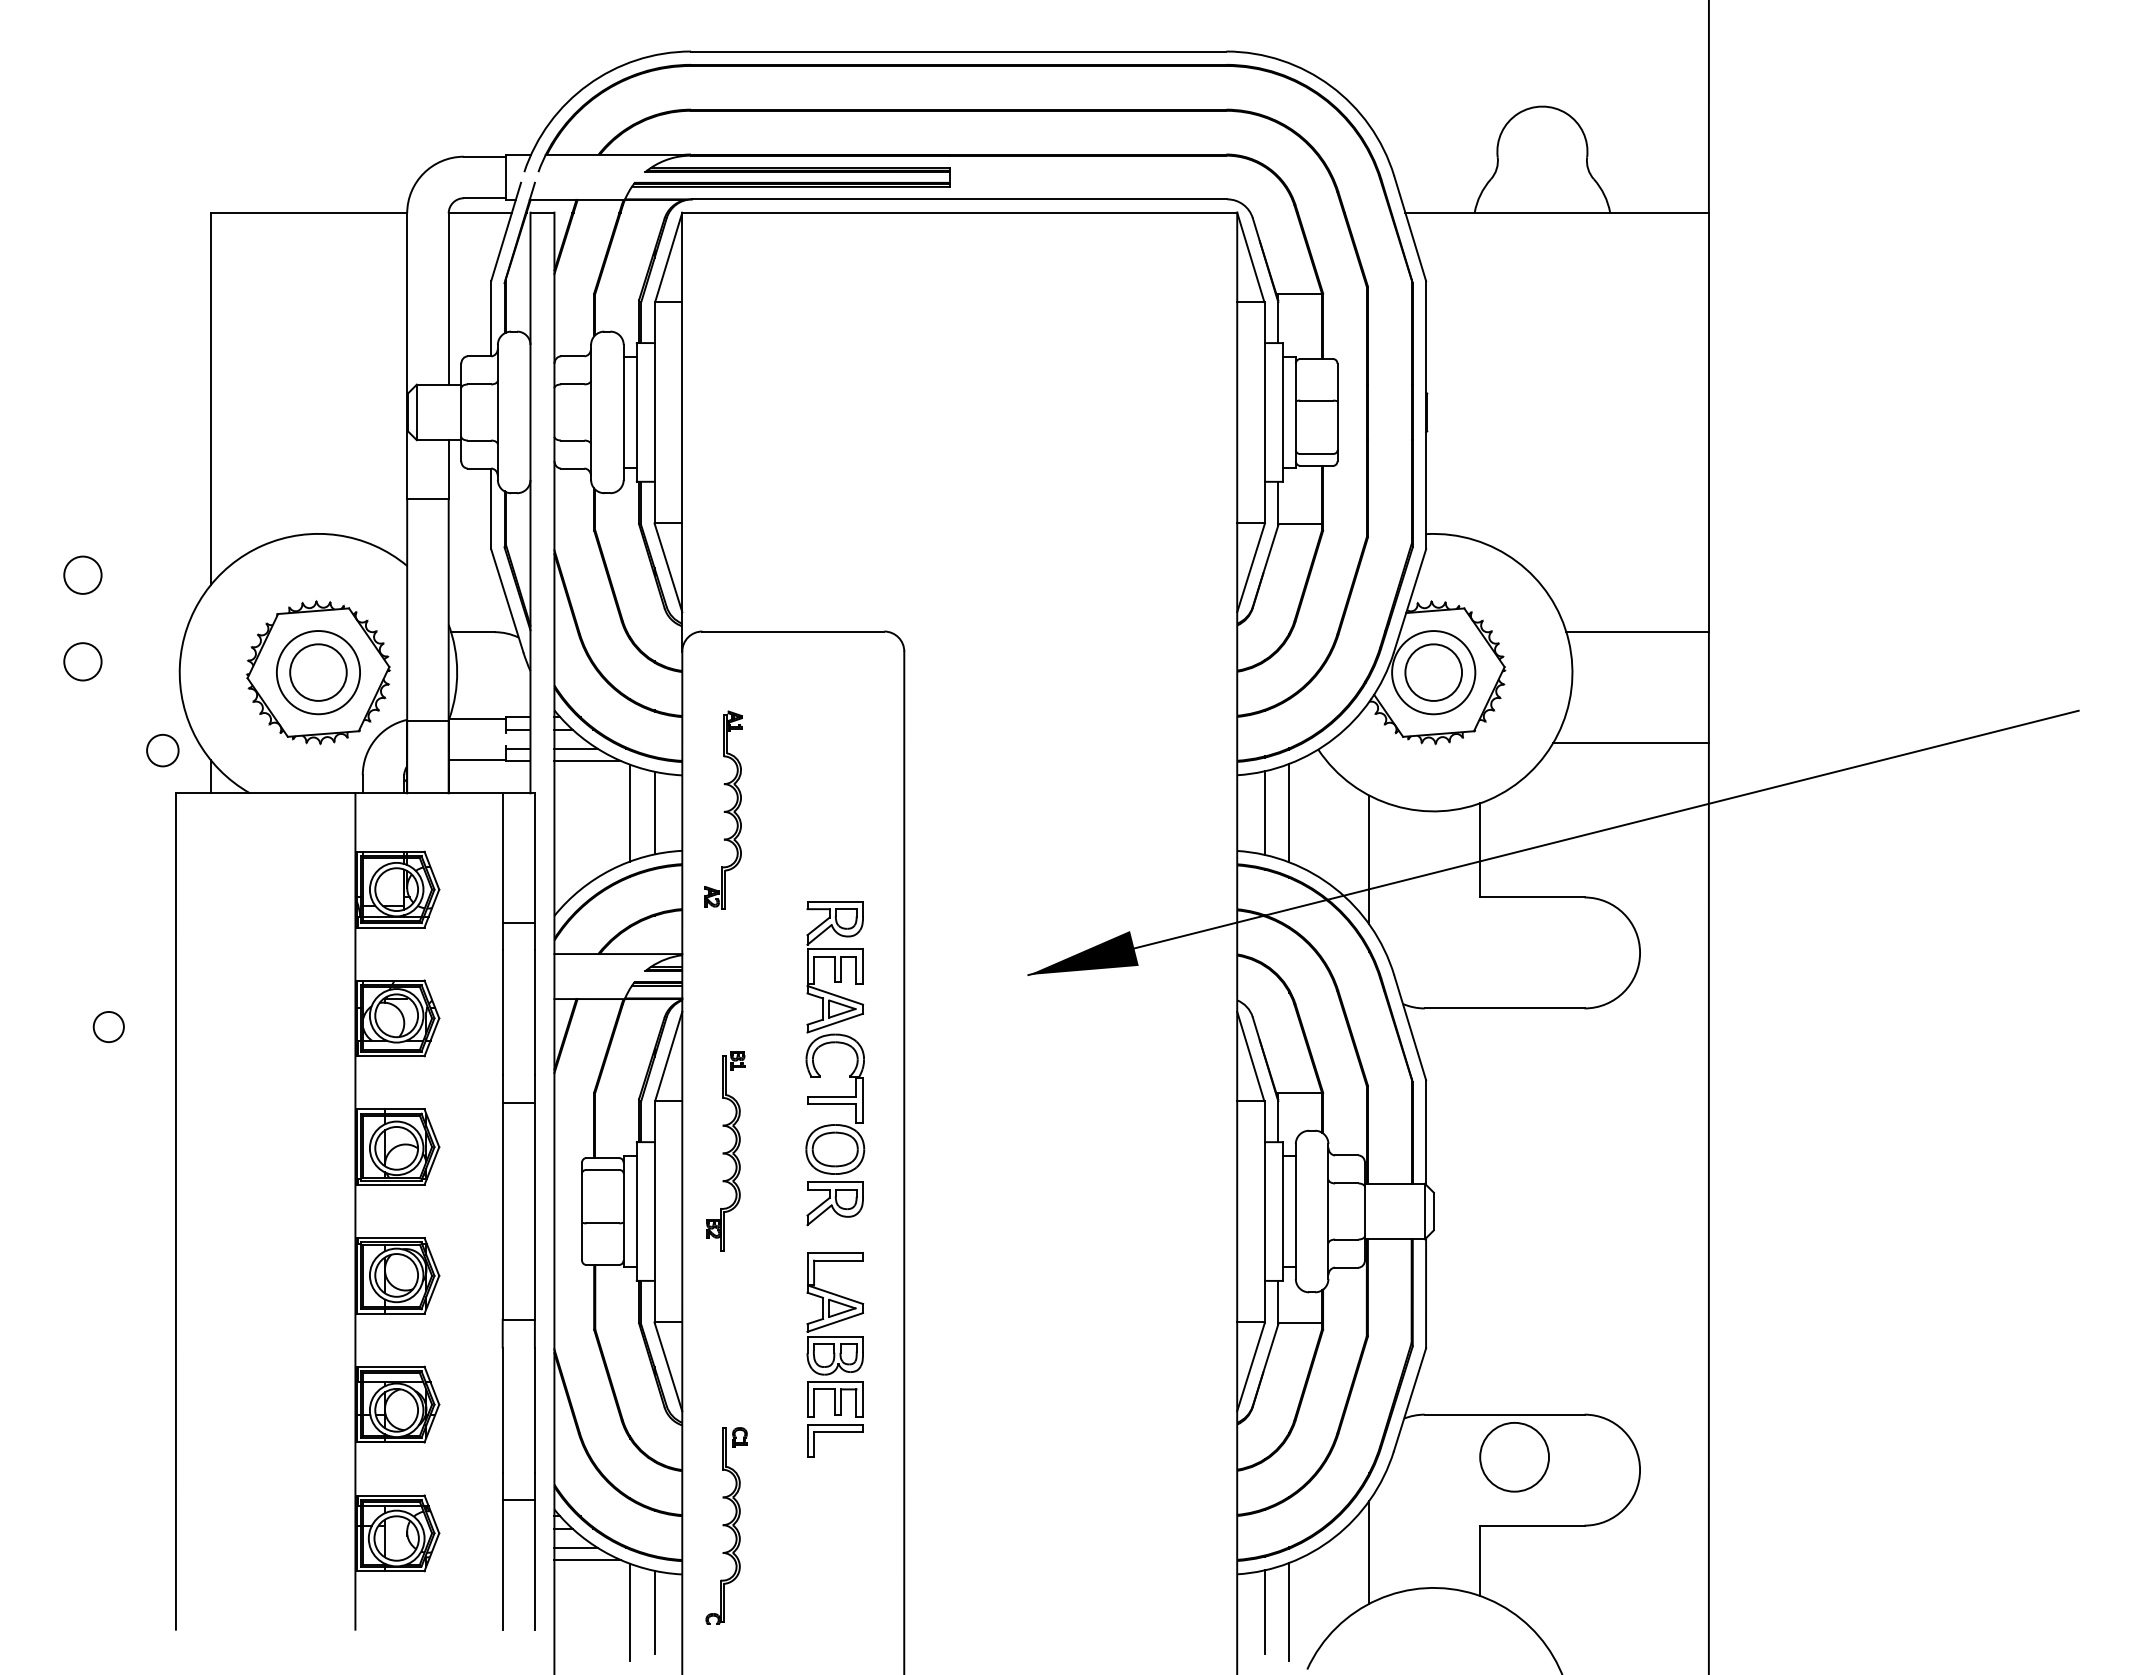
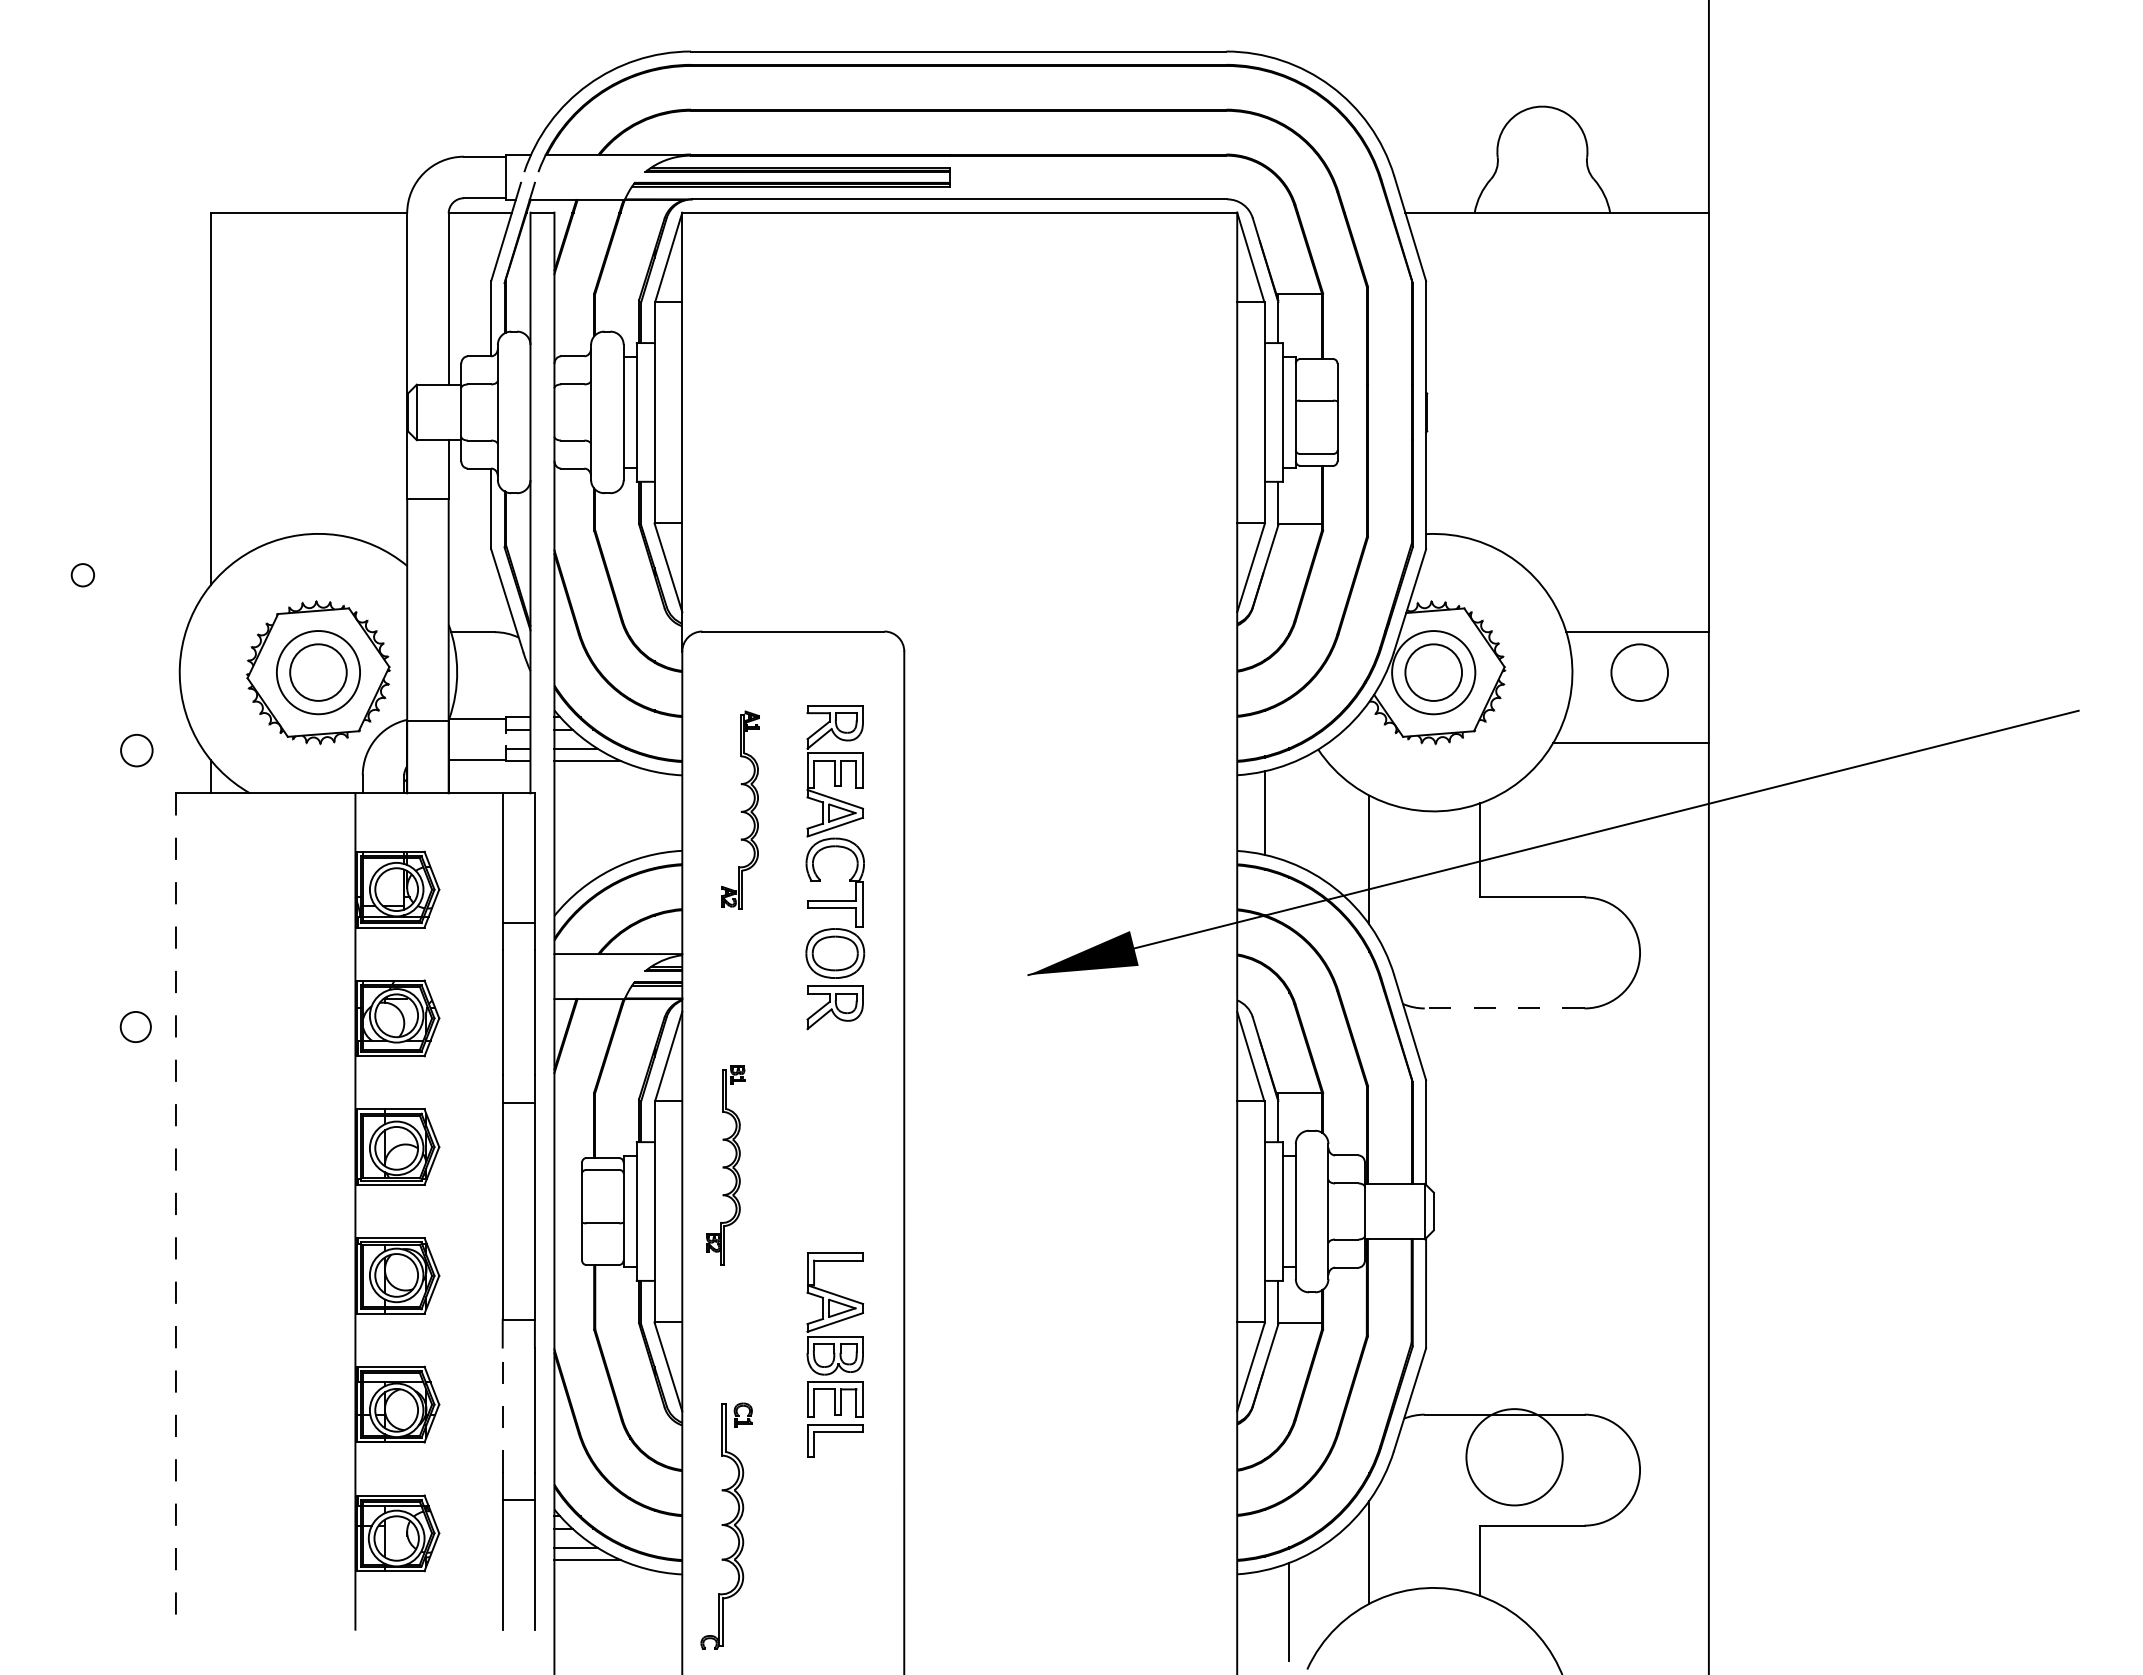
circle at (82, 574) diameter: 37 px -> 22 px
circle at (82, 661): present -> none
circle at (1639, 672): none -> present
circle at (162, 750) position: (162, 750) -> (136, 750)
part at (723, 809) position: (723, 809) -> (740, 809)
line at (630, 812): present -> none
line at (654, 812): present -> none
line at (1289, 812): present -> none
line at (1504, 1008): solid -> dashed
circle at (108, 1026) position: (108, 1026) -> (135, 1026)
part at (849, 1075) position: (849, 1075) -> (849, 879)
part at (725, 1151) position: (725, 1151) -> (725, 1165)
line at (175, 1212): solid -> dashed
line at (502, 1409): solid -> dashed
circle at (1514, 1456) diameter: 69 px -> 96 px
part at (726, 1525) size: 43x198 px -> 53x248 px
line at (630, 1611): present -> none
line at (654, 1611): present -> none
line at (1264, 1612): present -> none
